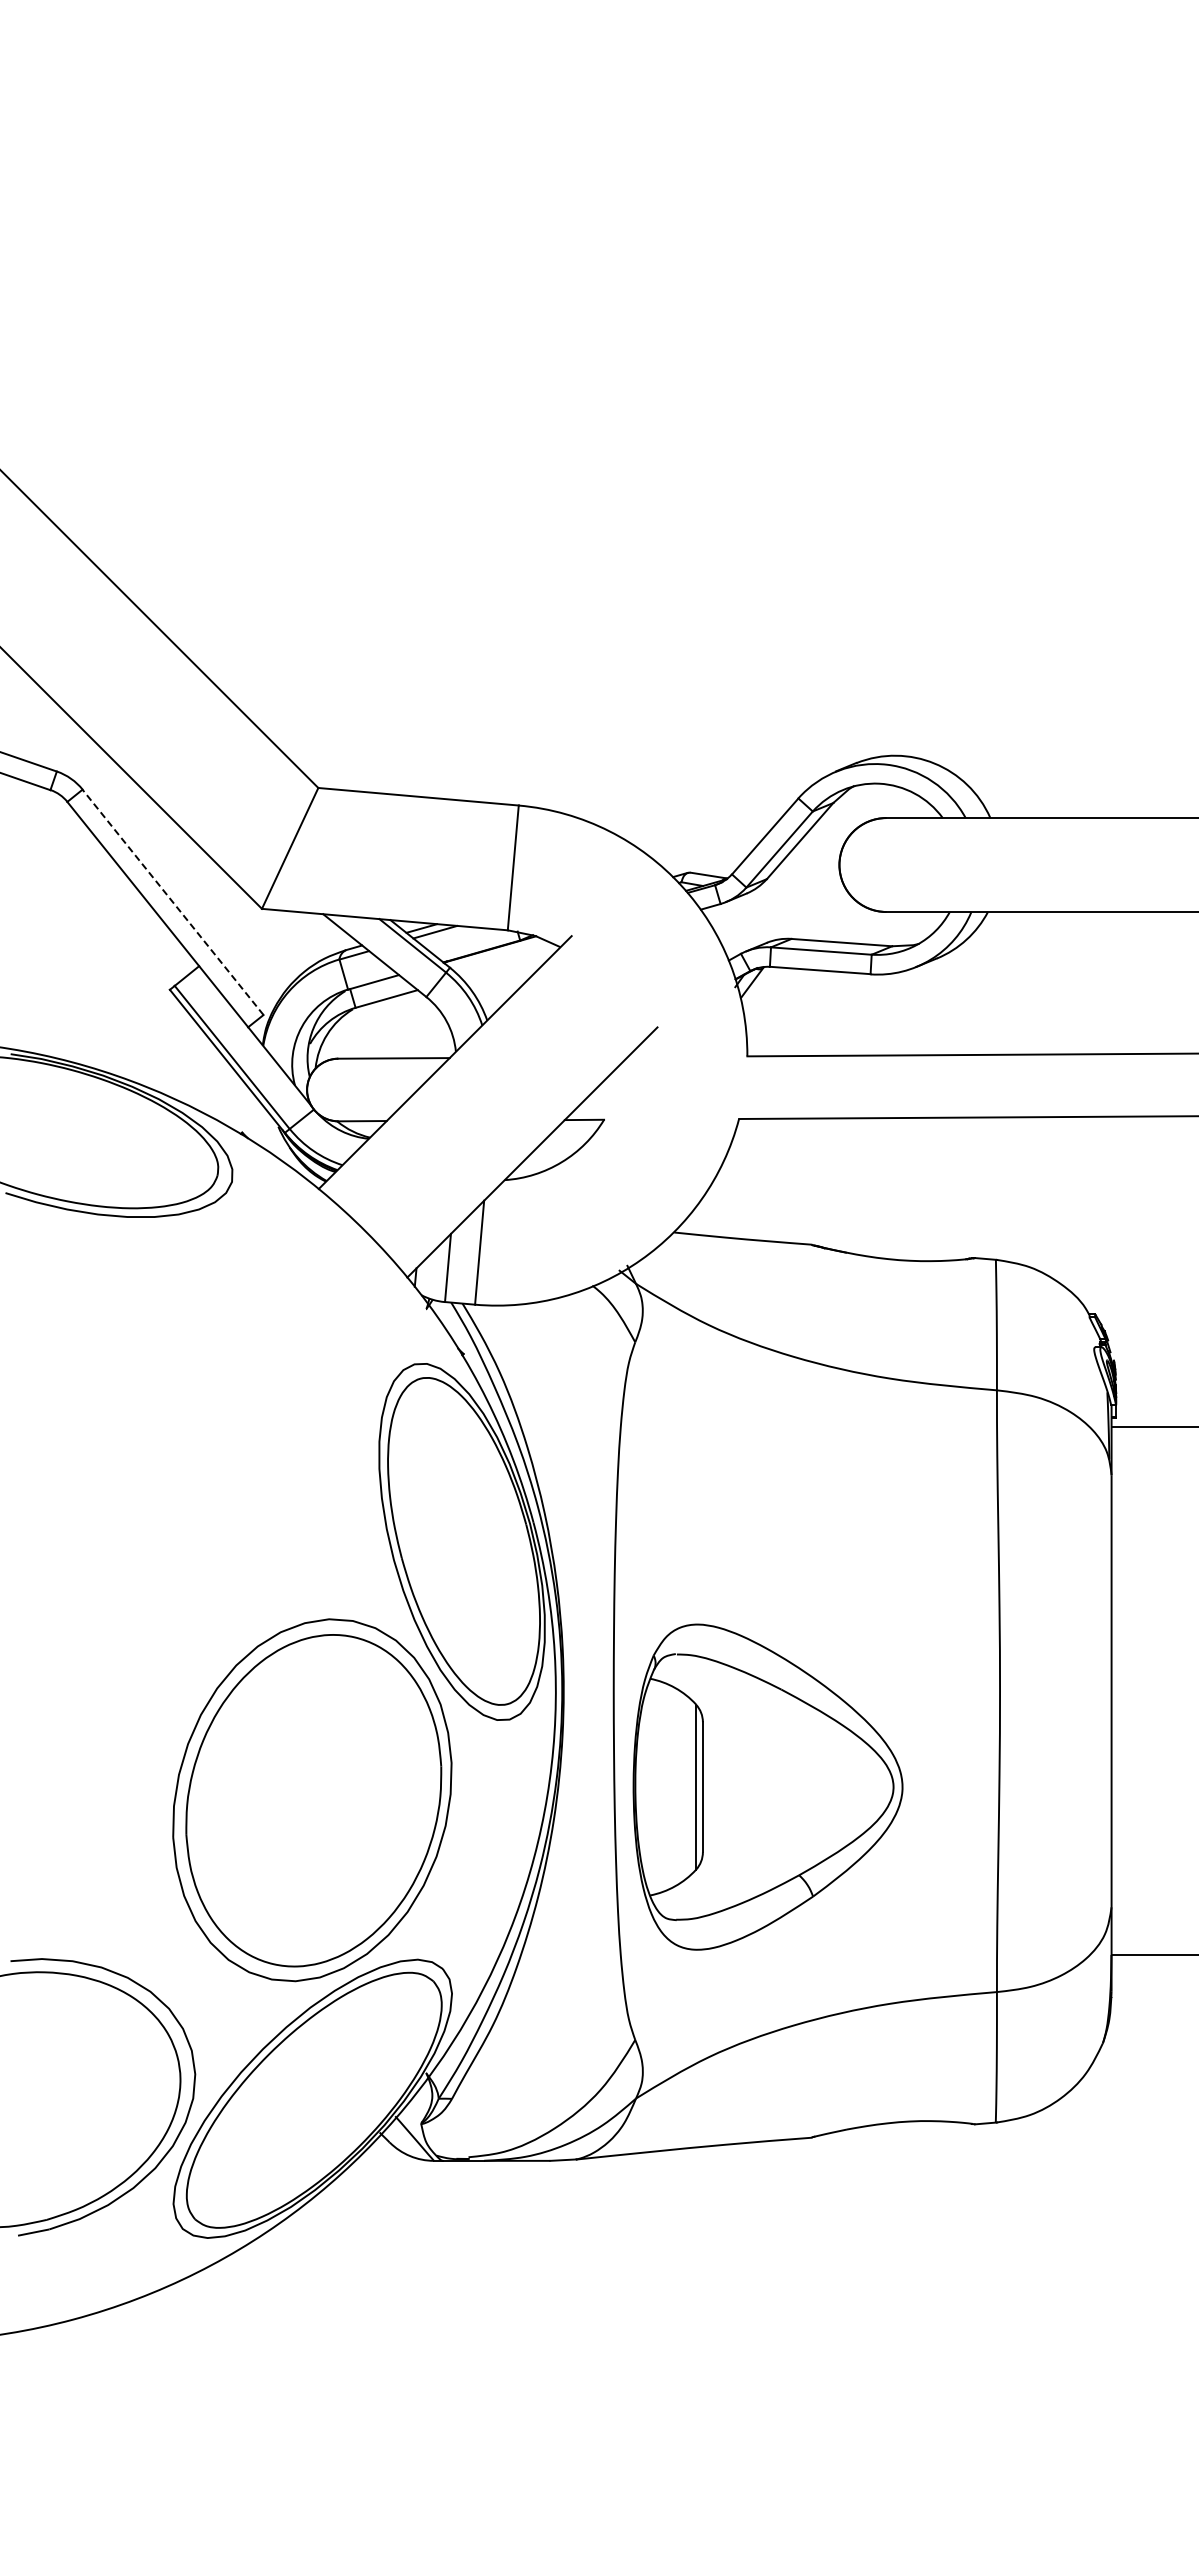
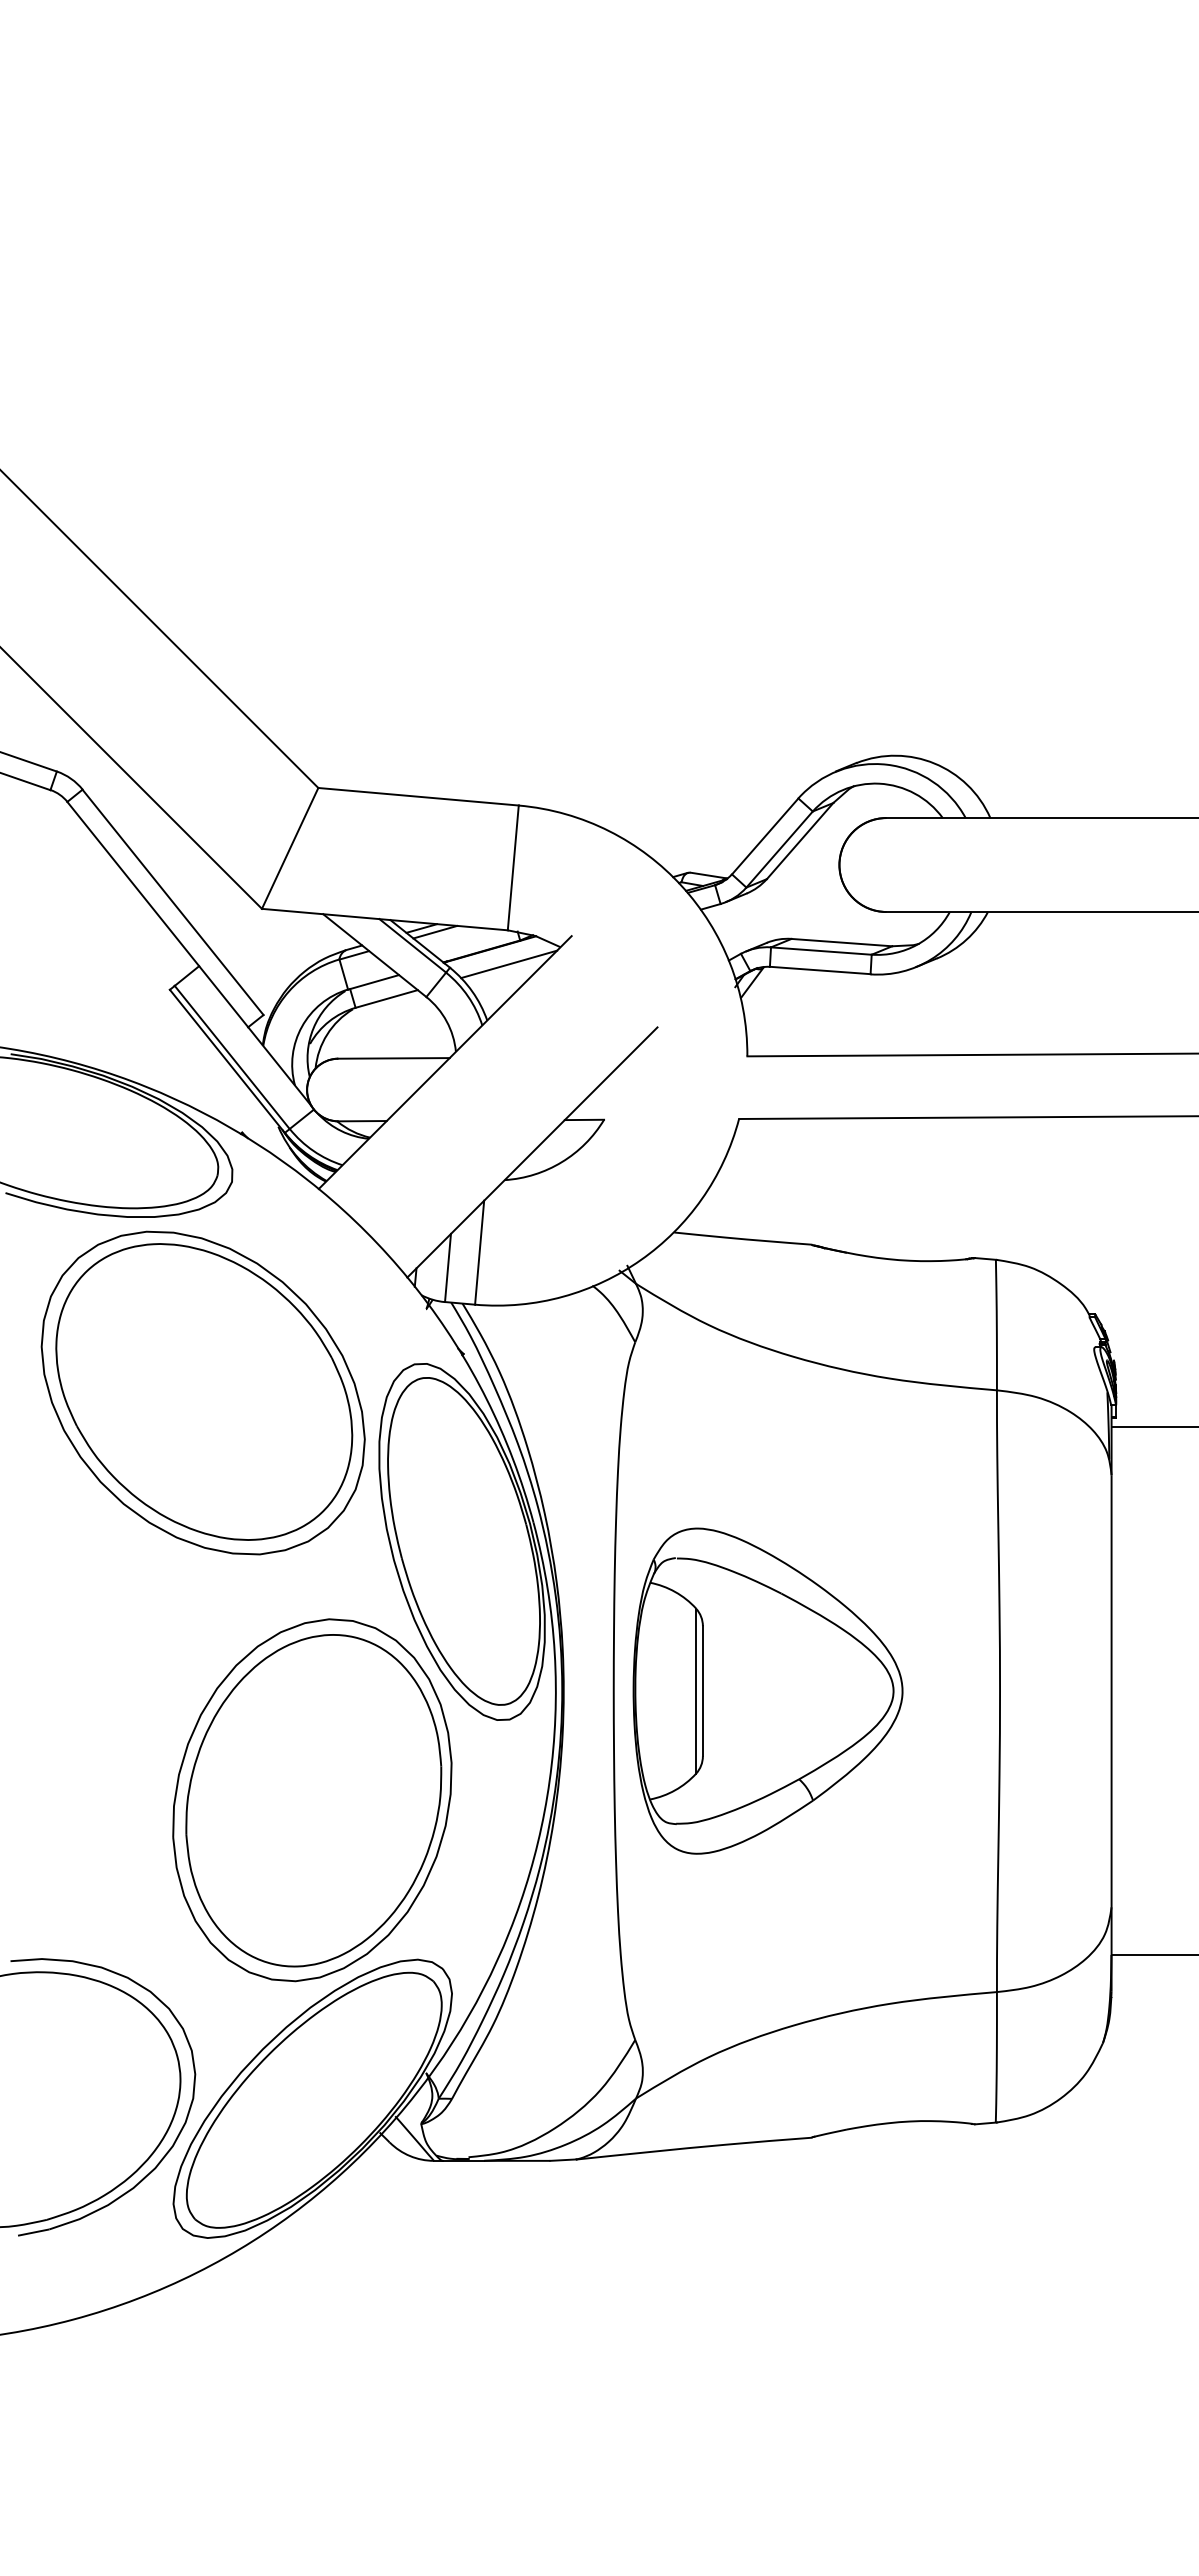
line at (173, 902): dashed -> solid
line at (509, 964): none -> present
part at (202, 1392): none -> present
part at (767, 1786) position: (767, 1786) -> (767, 1690)
